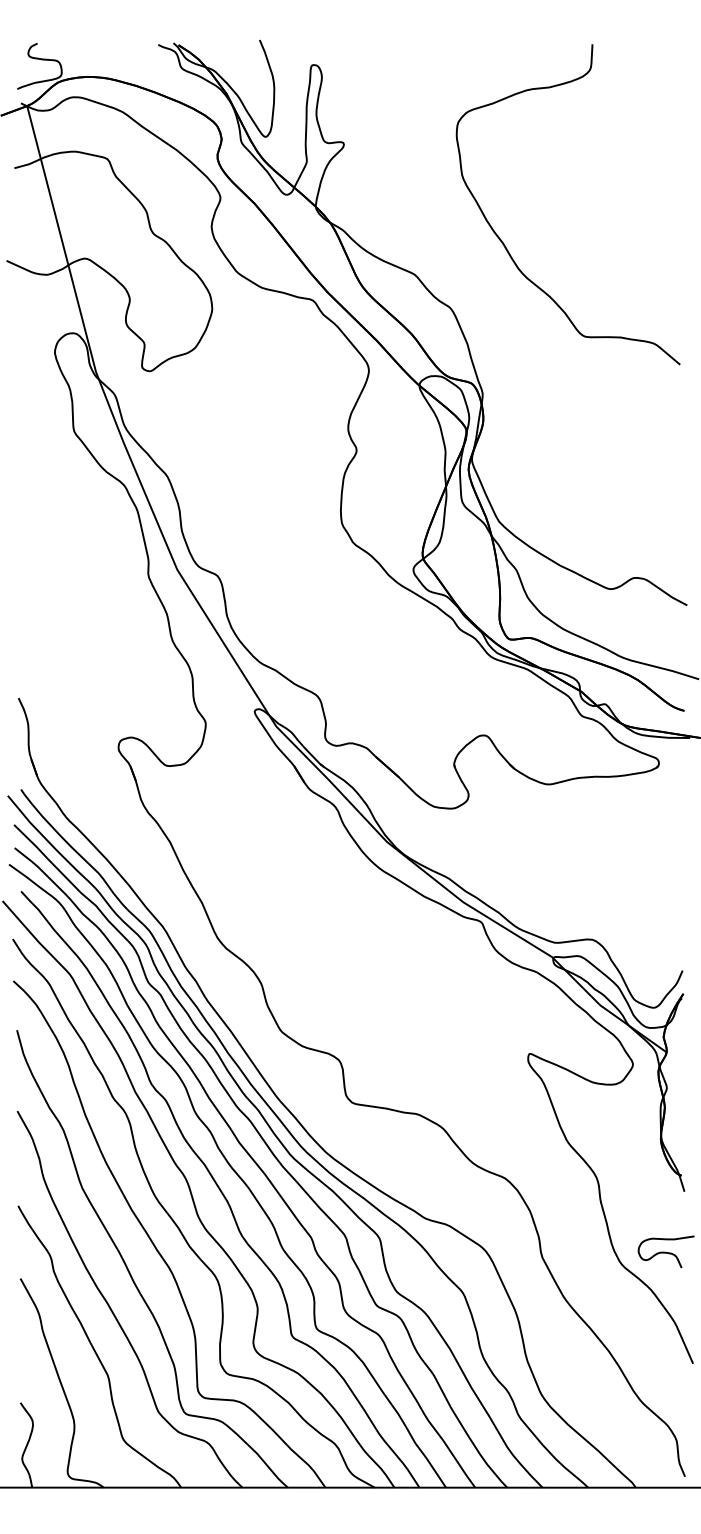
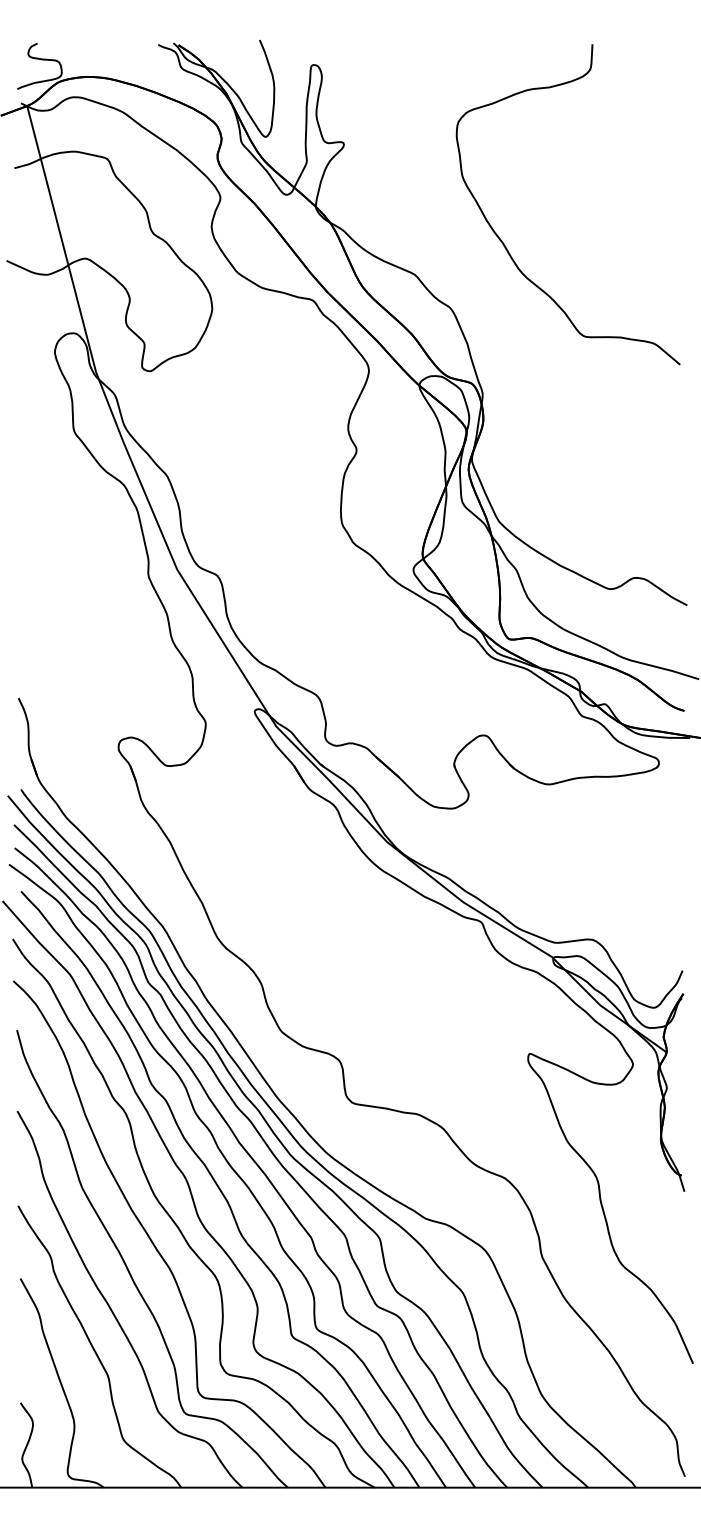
curve at (665, 1251): present -> none
